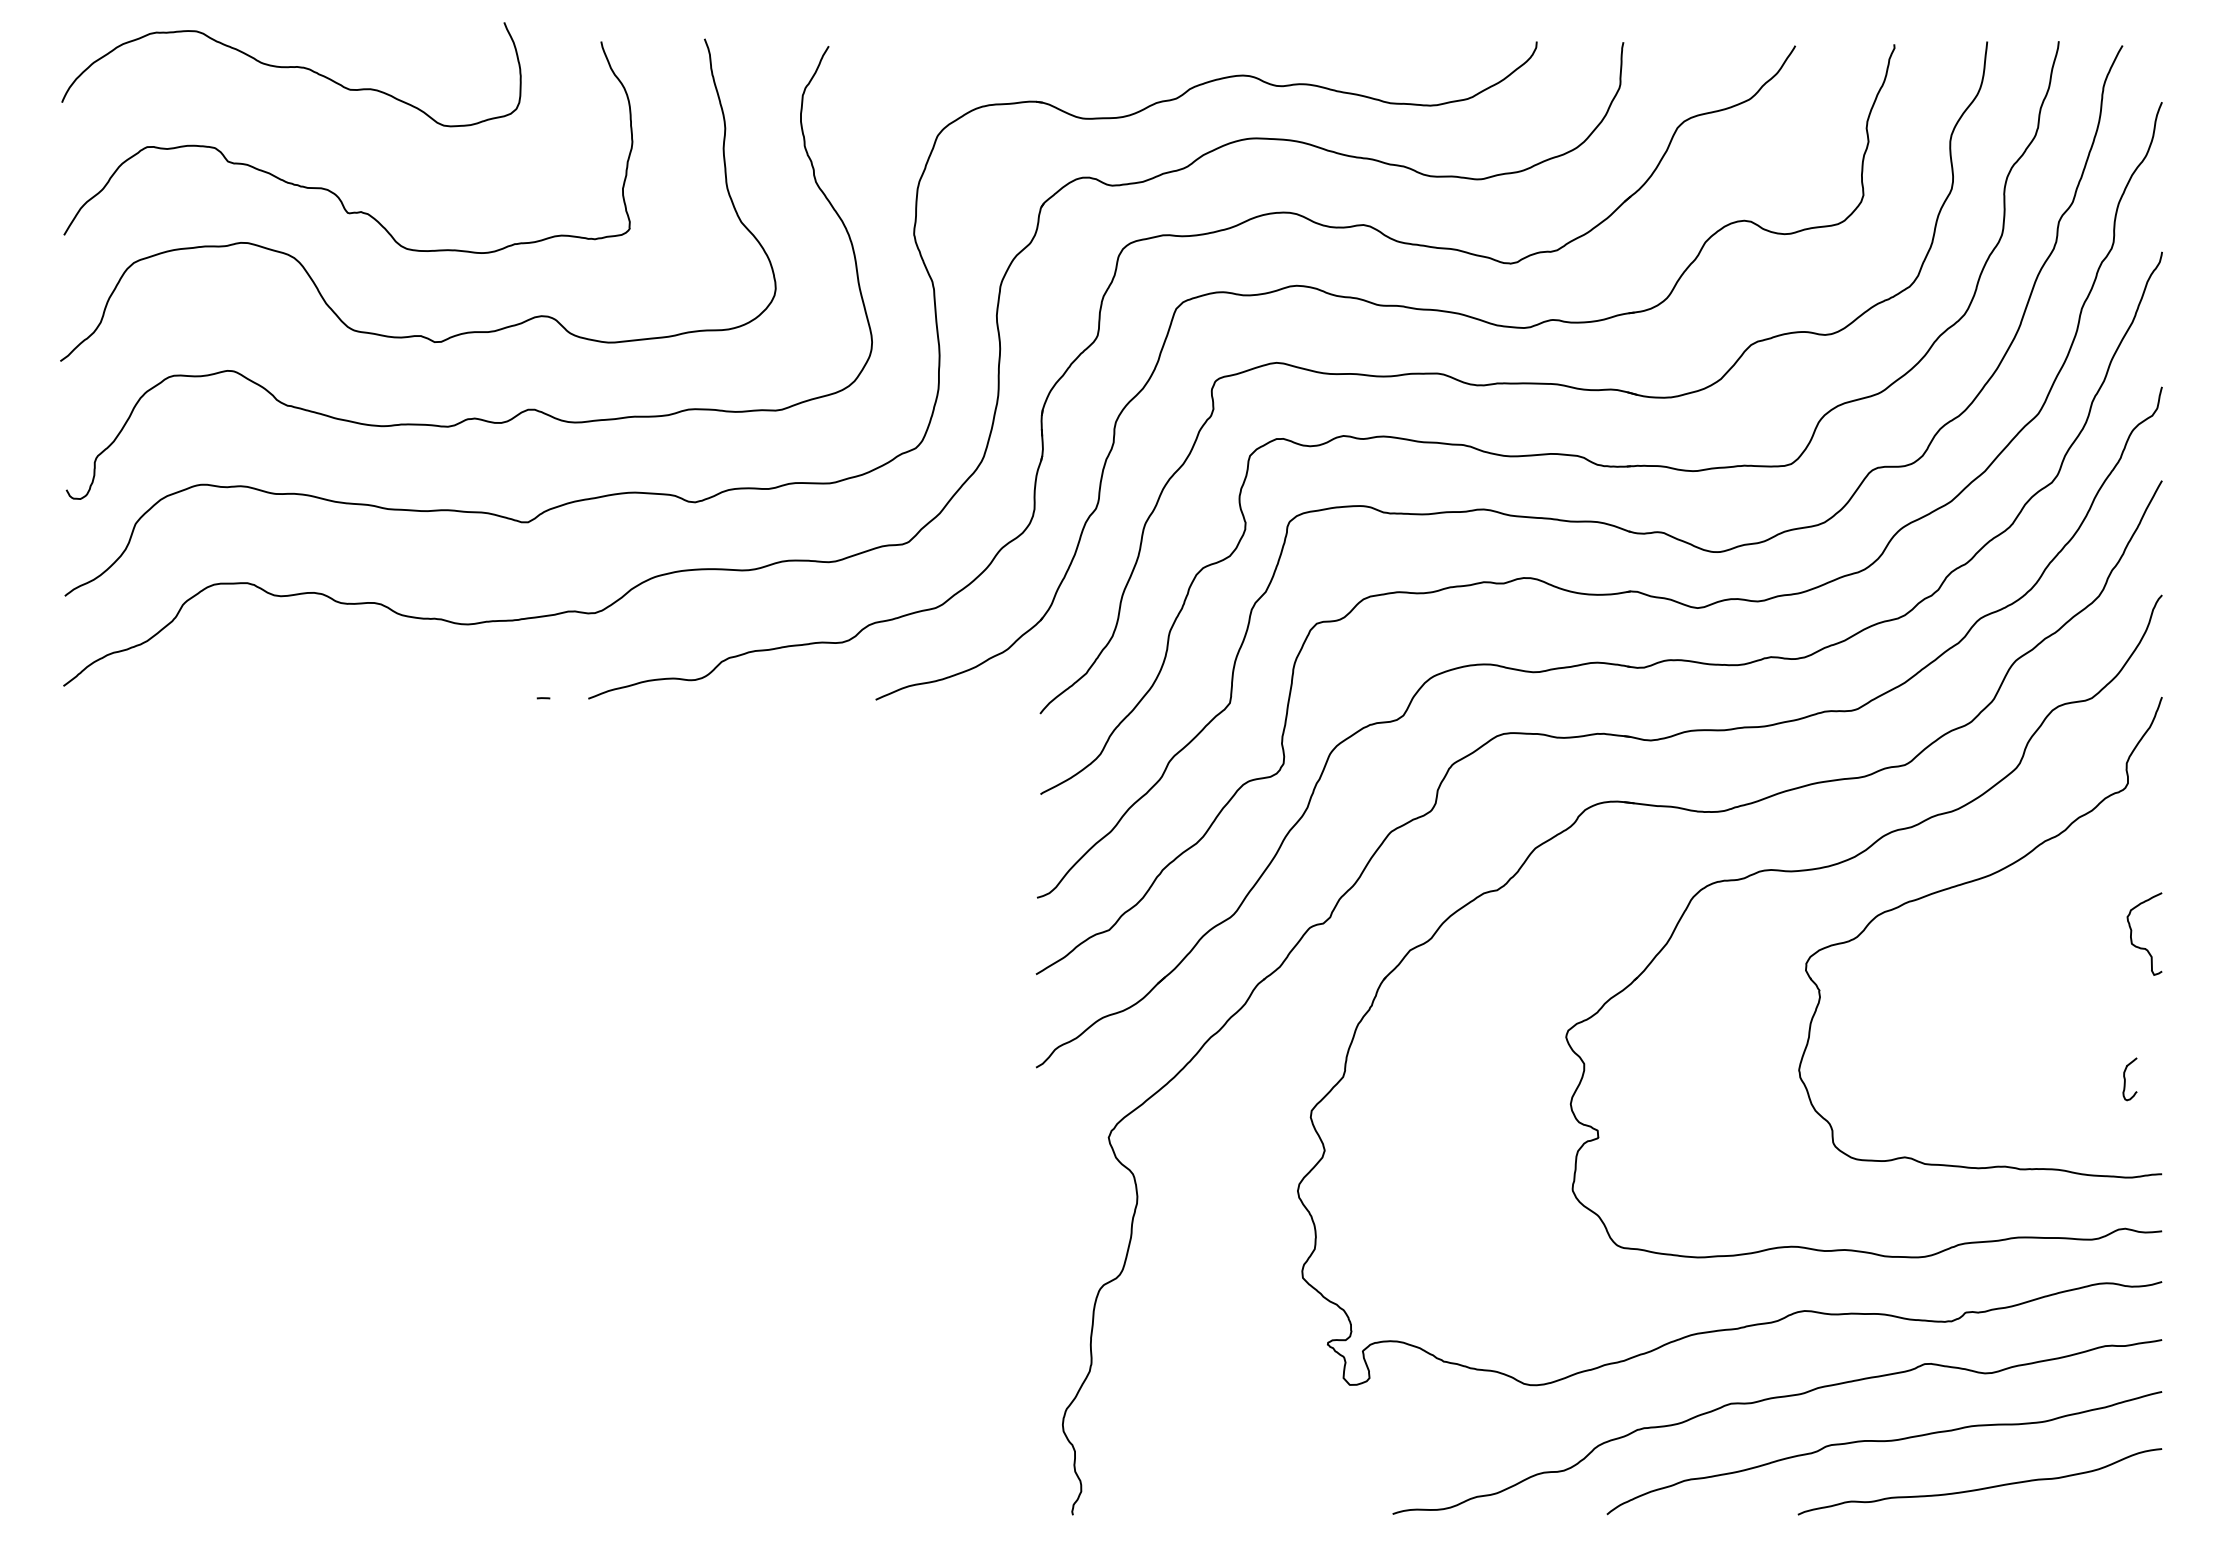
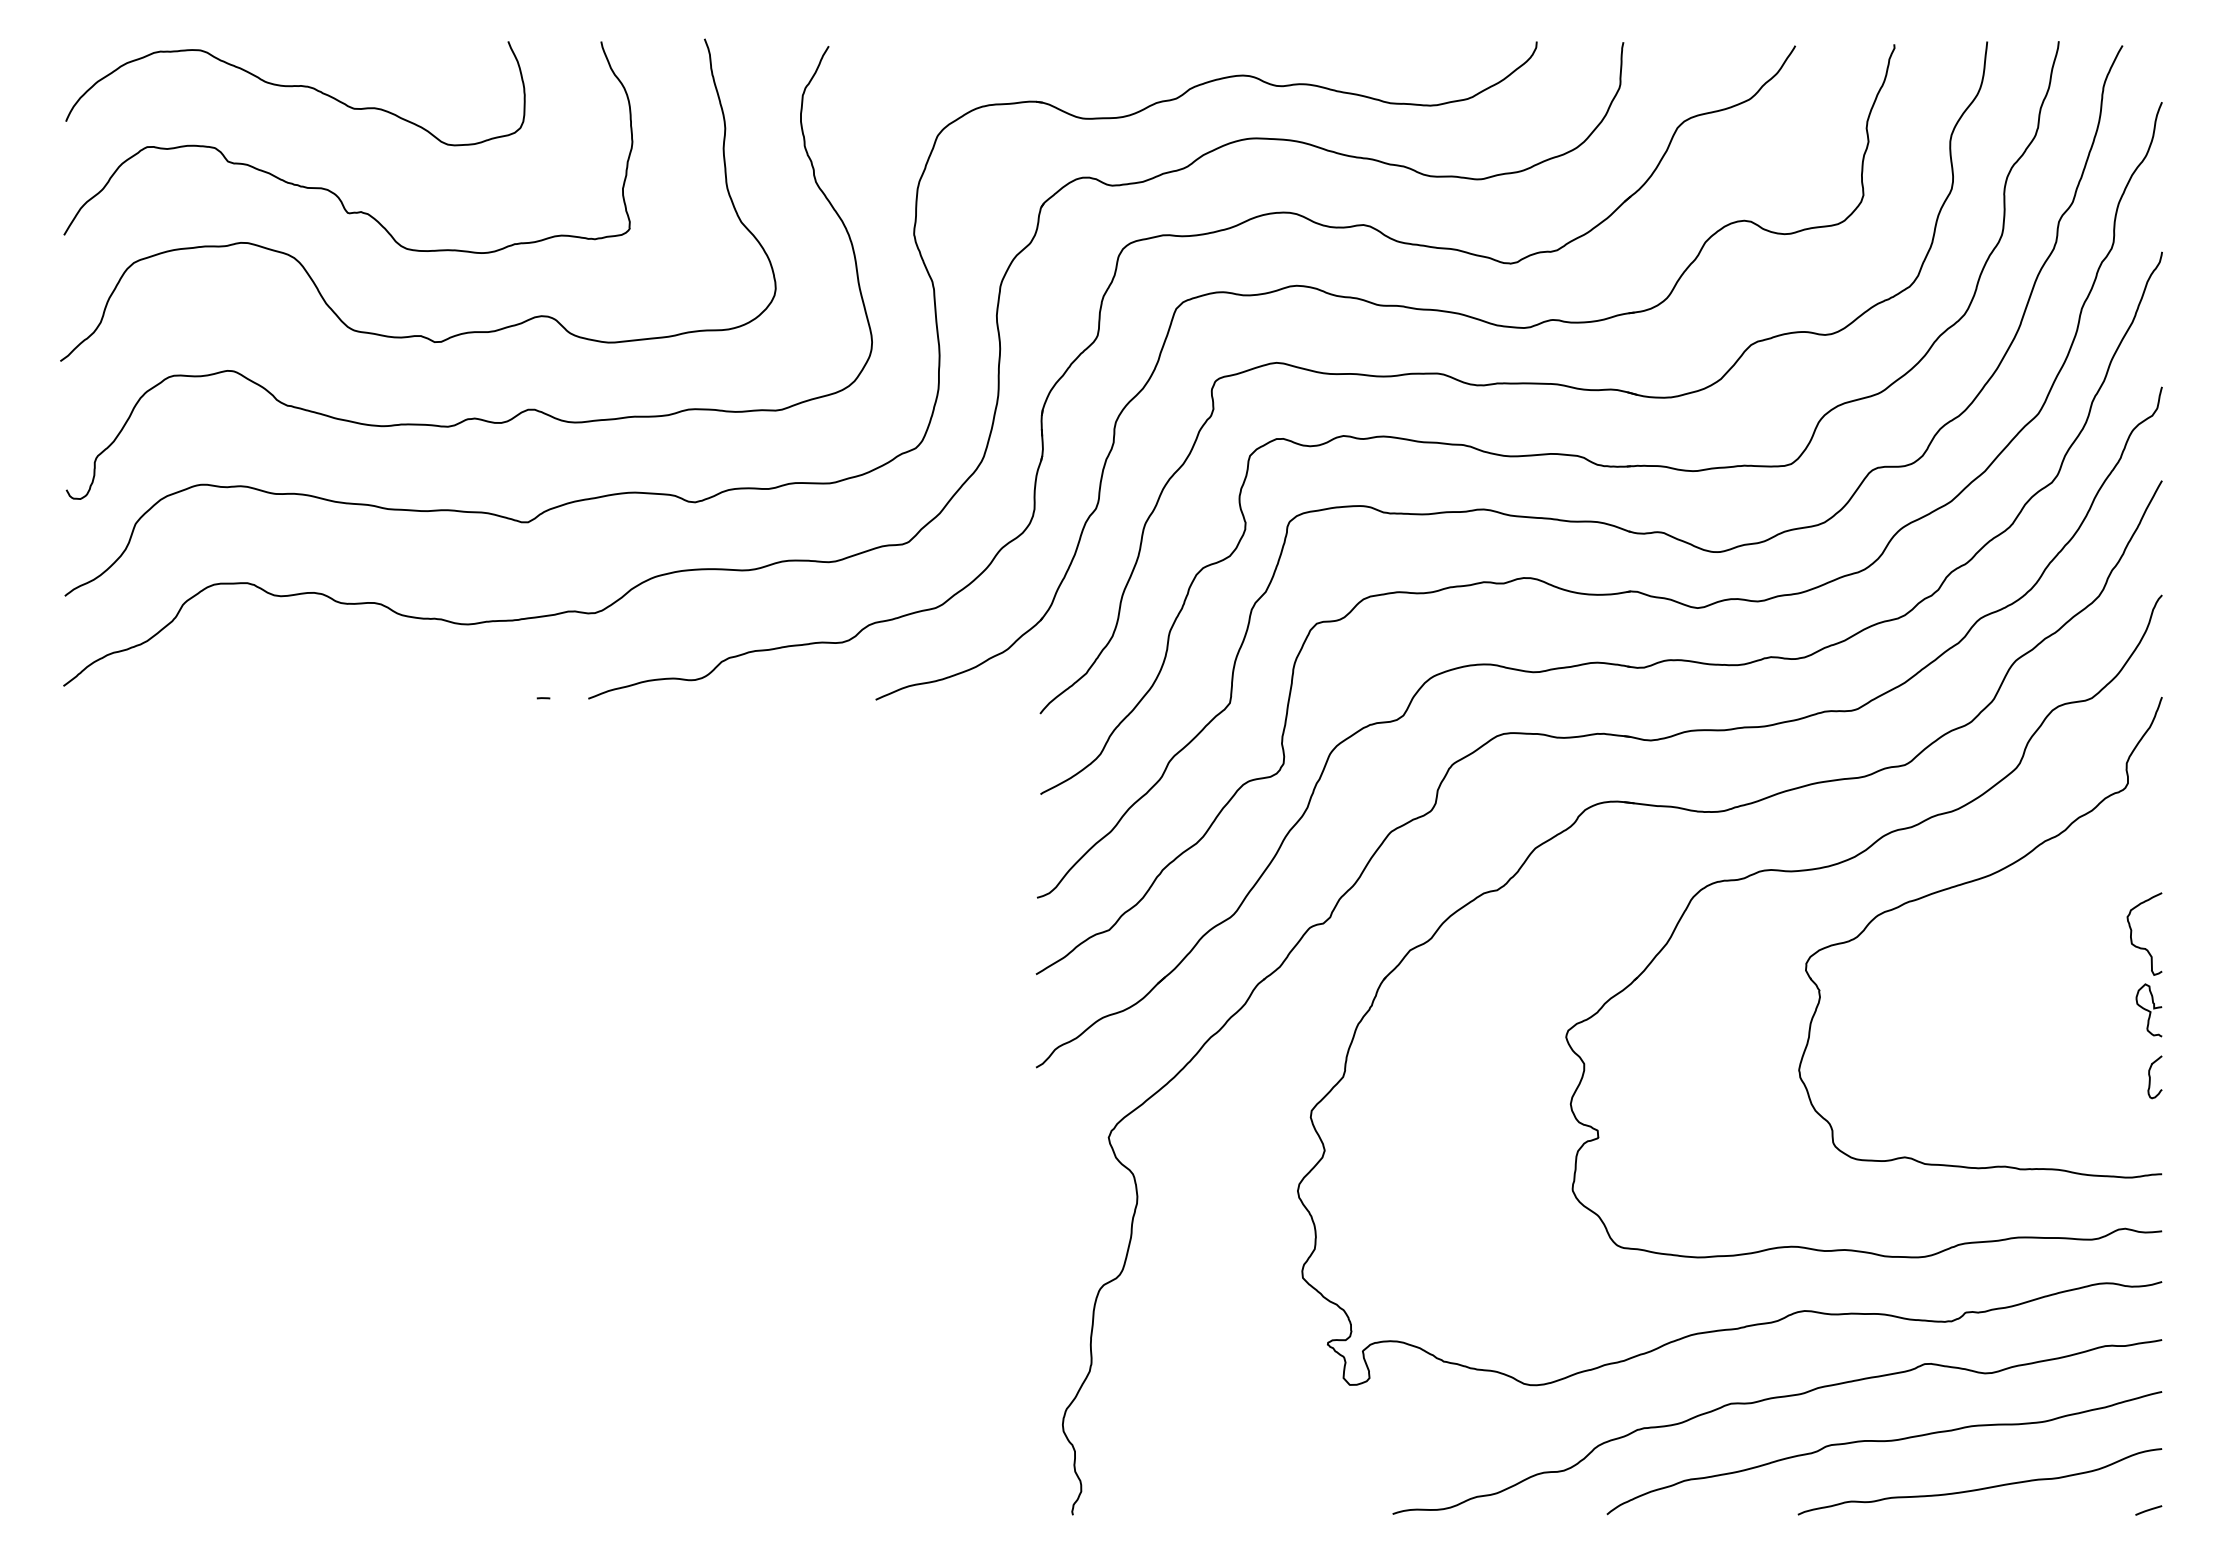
curve at (288, 68) position: (288, 68) -> (292, 87)
curve at (2148, 1010): none -> present
curve at (2125, 1079) position: (2125, 1079) -> (2150, 1077)
line at (2148, 1510): none -> present
